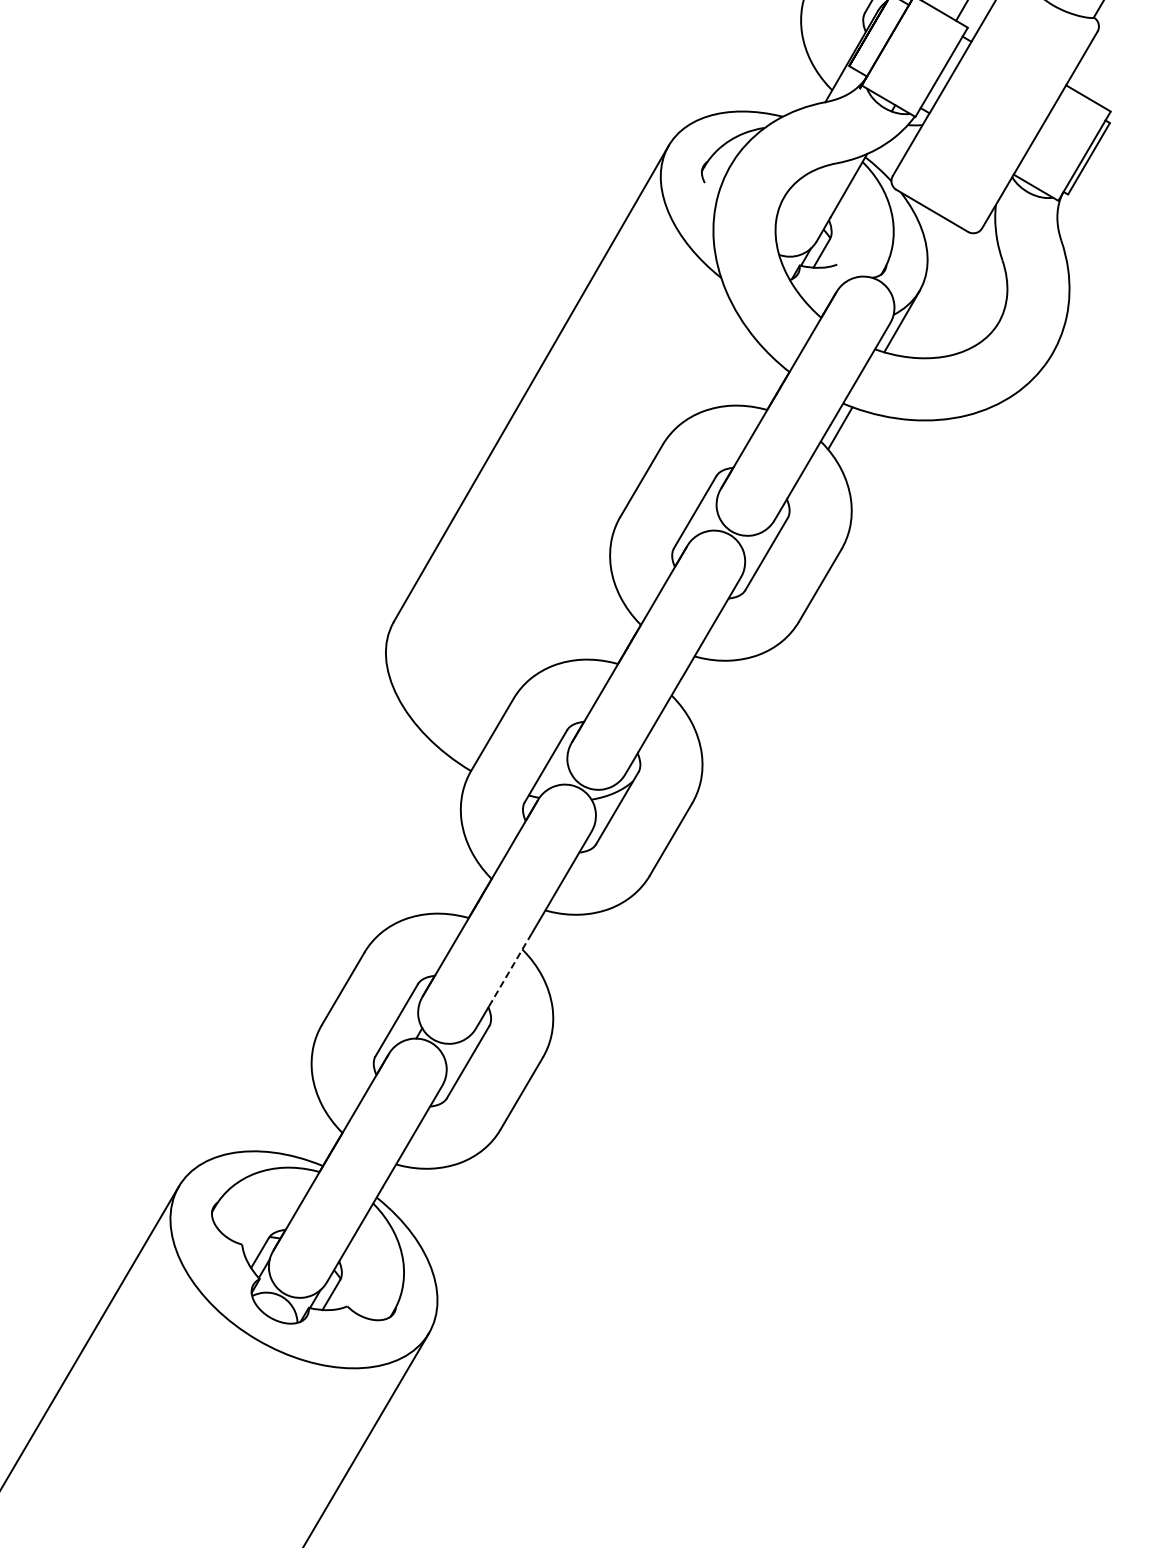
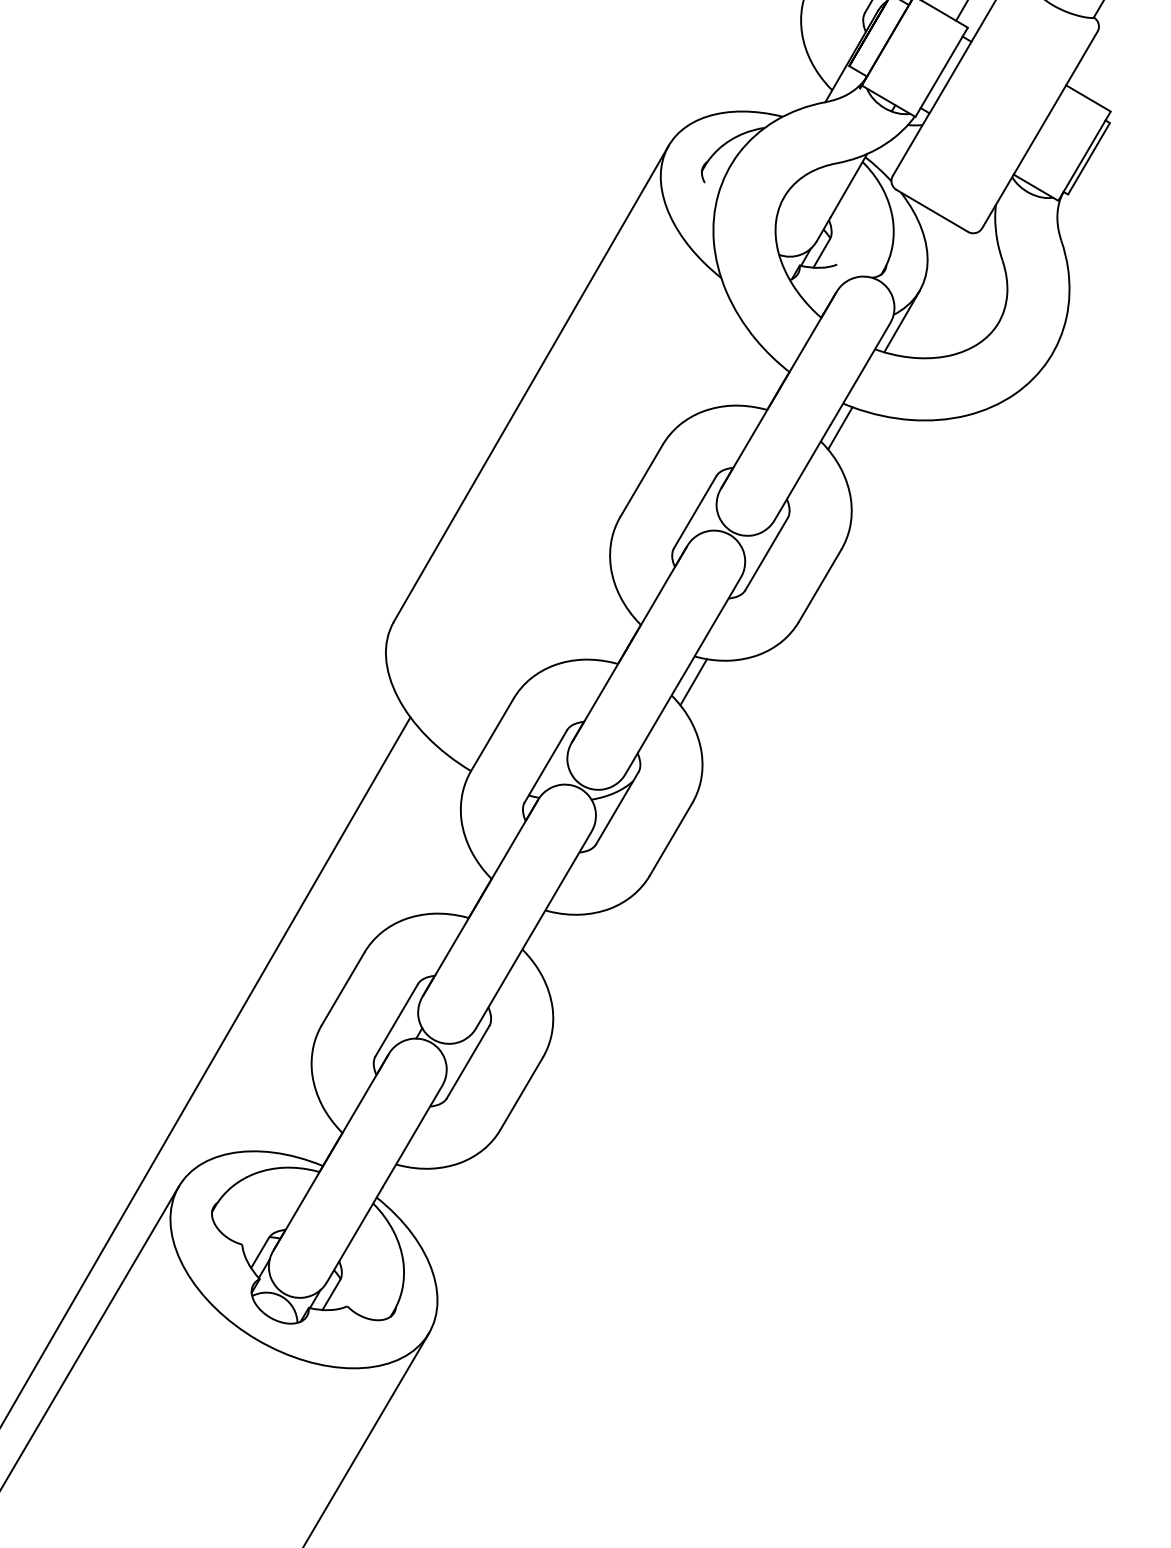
line at (693, 682): none -> present
line at (510, 969): dashed -> solid
line at (206, 1070): none -> present
